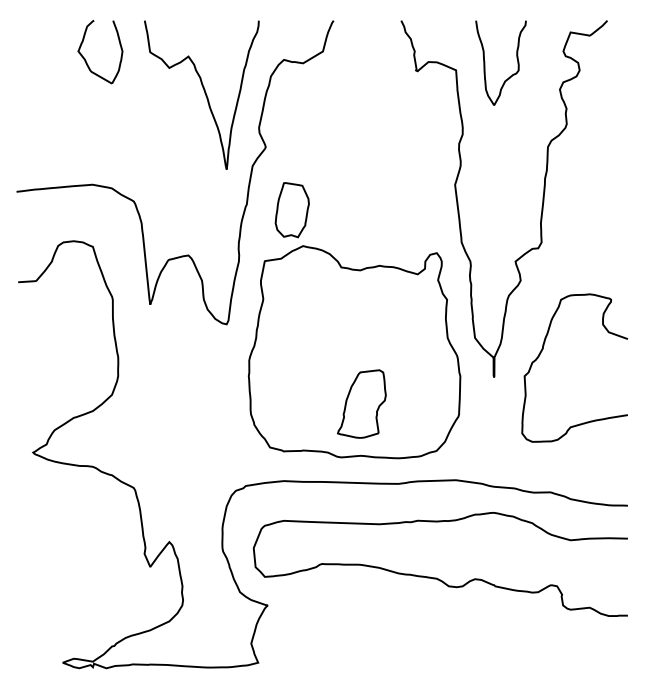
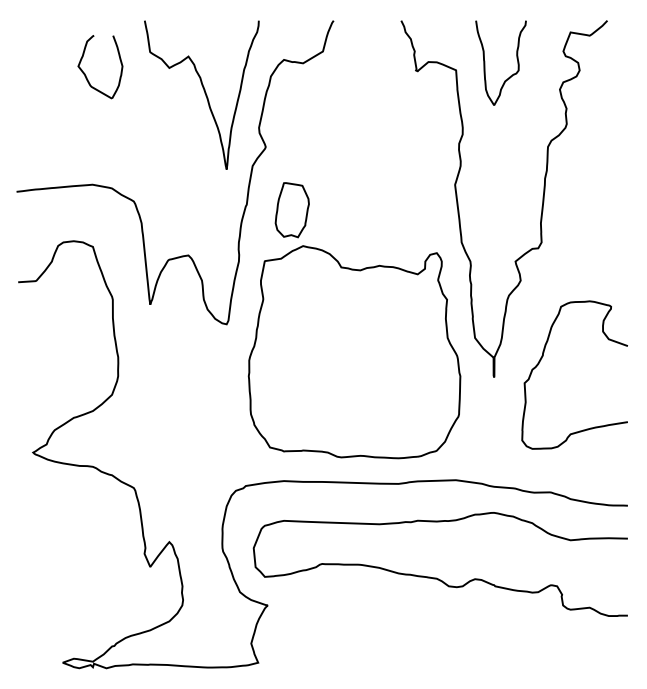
part at (86, 60) position: (86, 60) -> (86, 75)
curve at (542, 351) position: (542, 351) -> (542, 358)
part at (361, 403): present -> none
